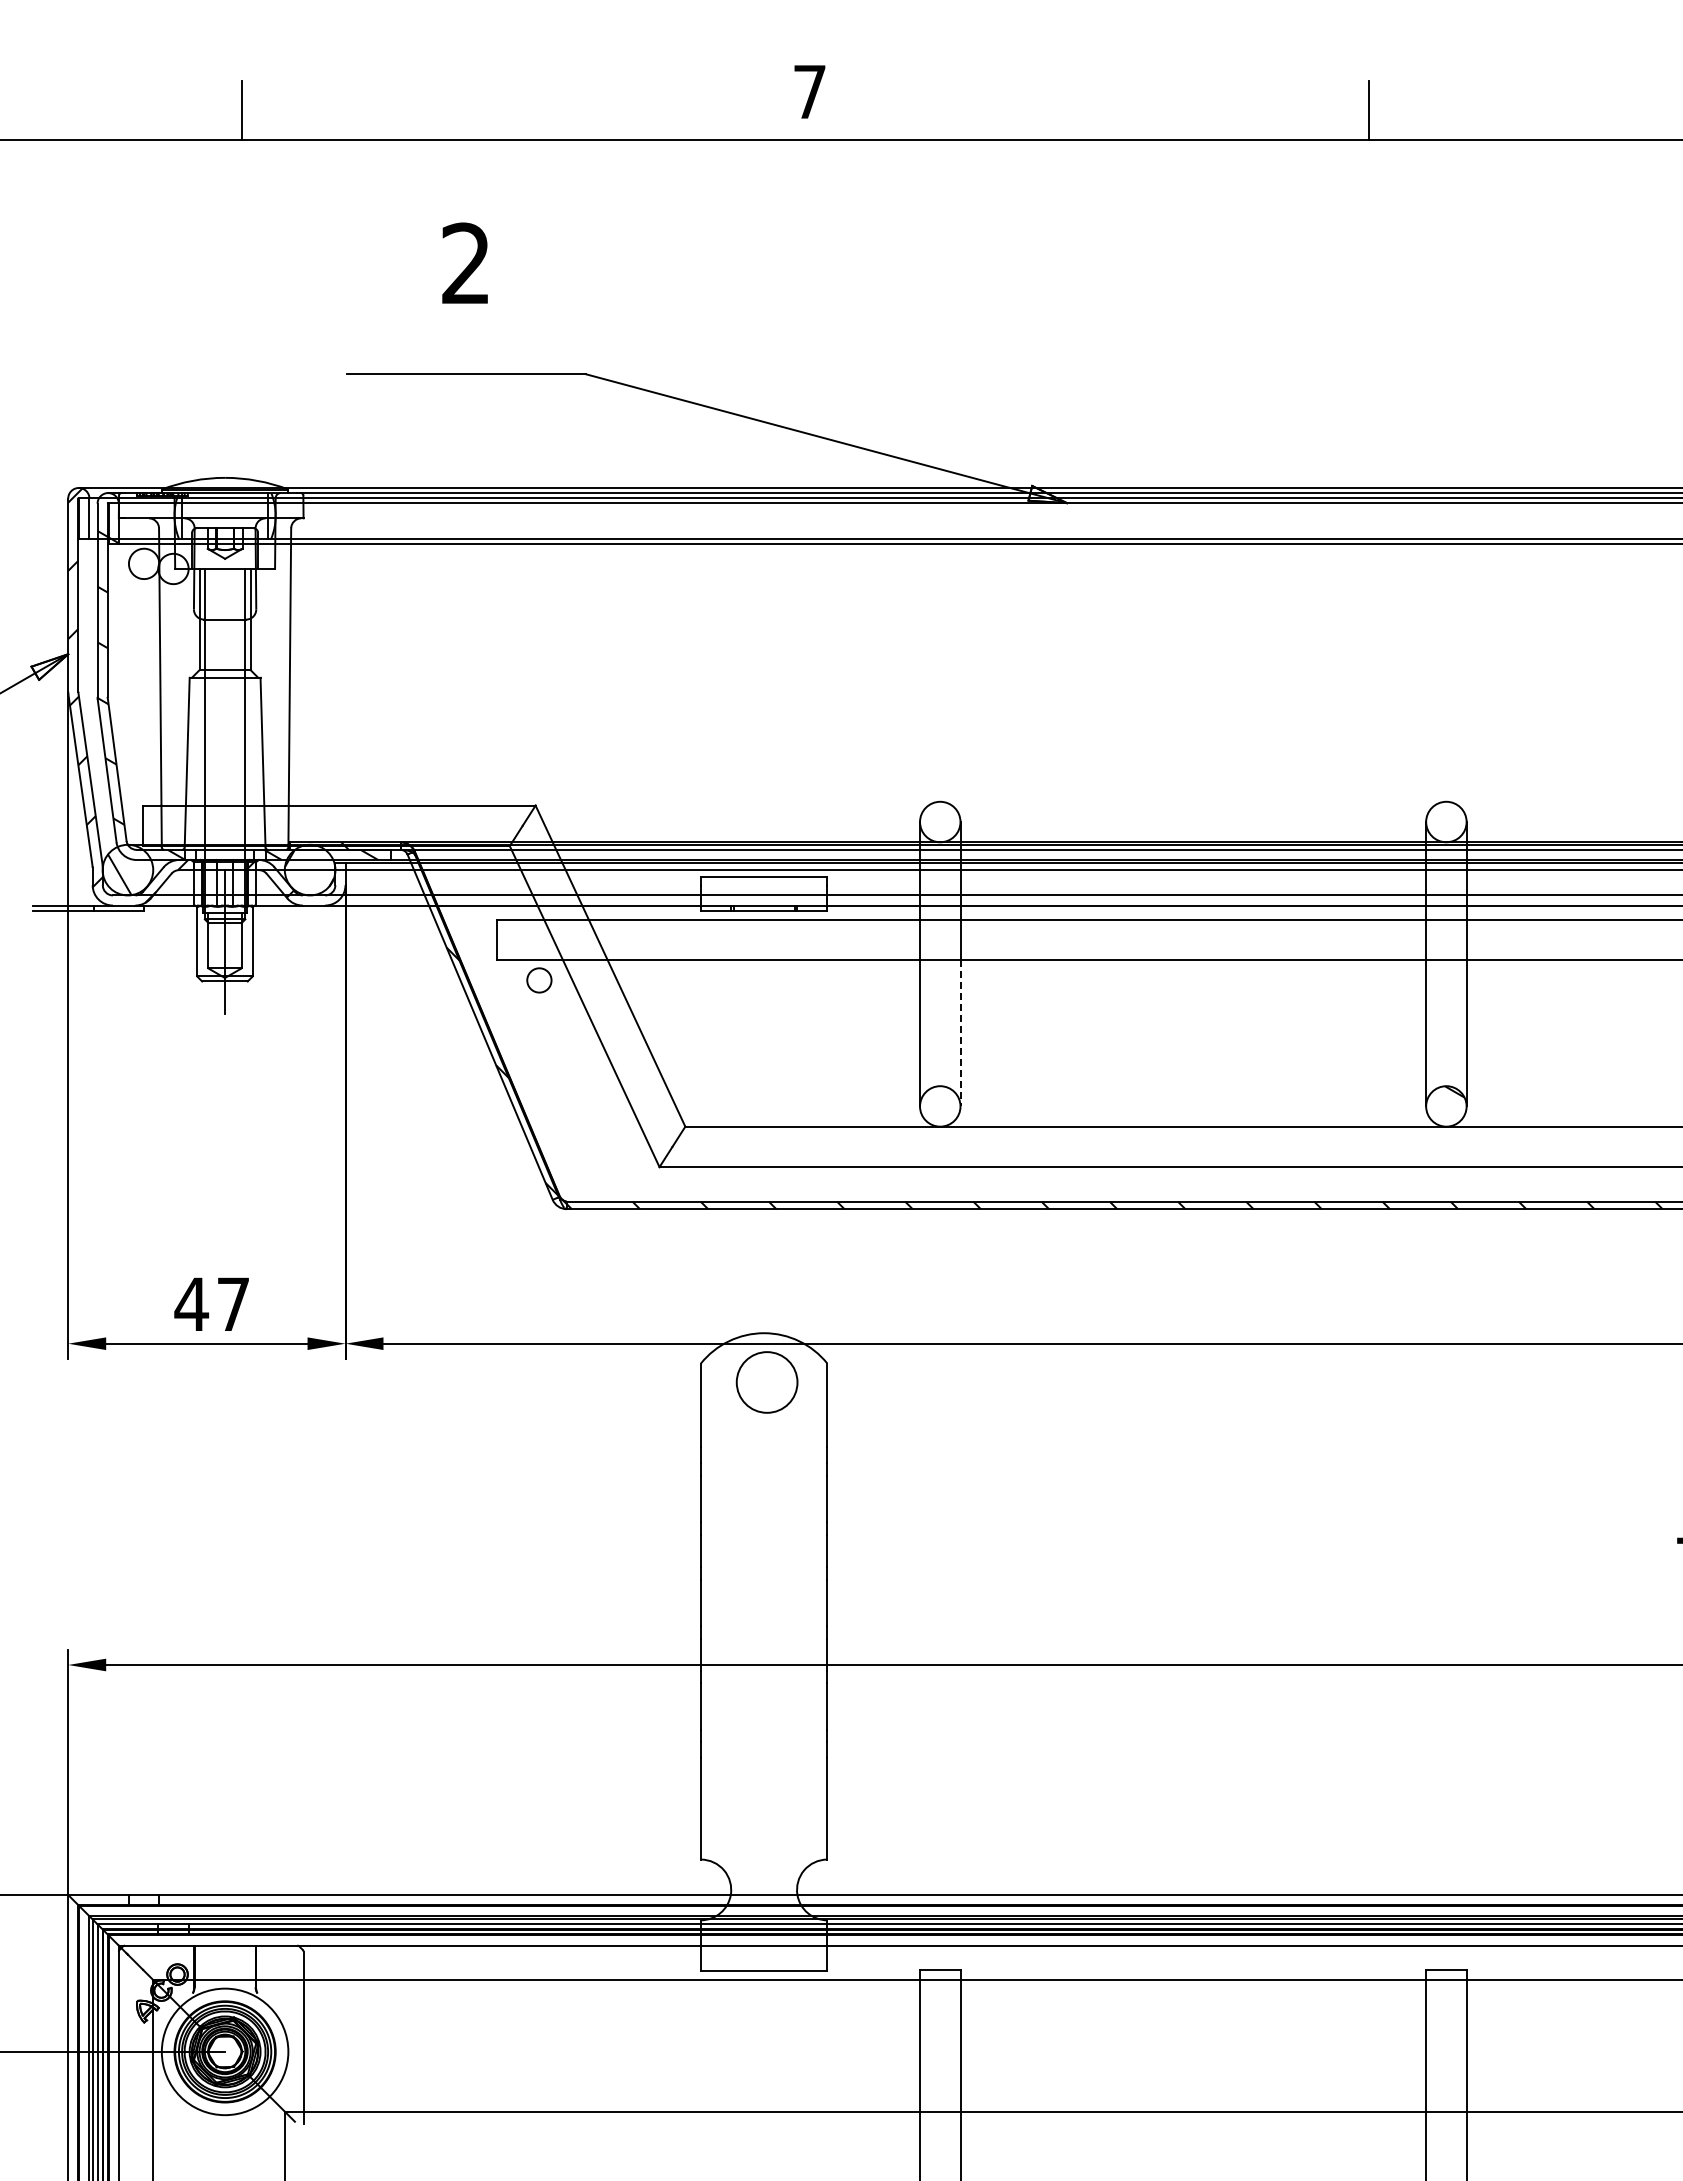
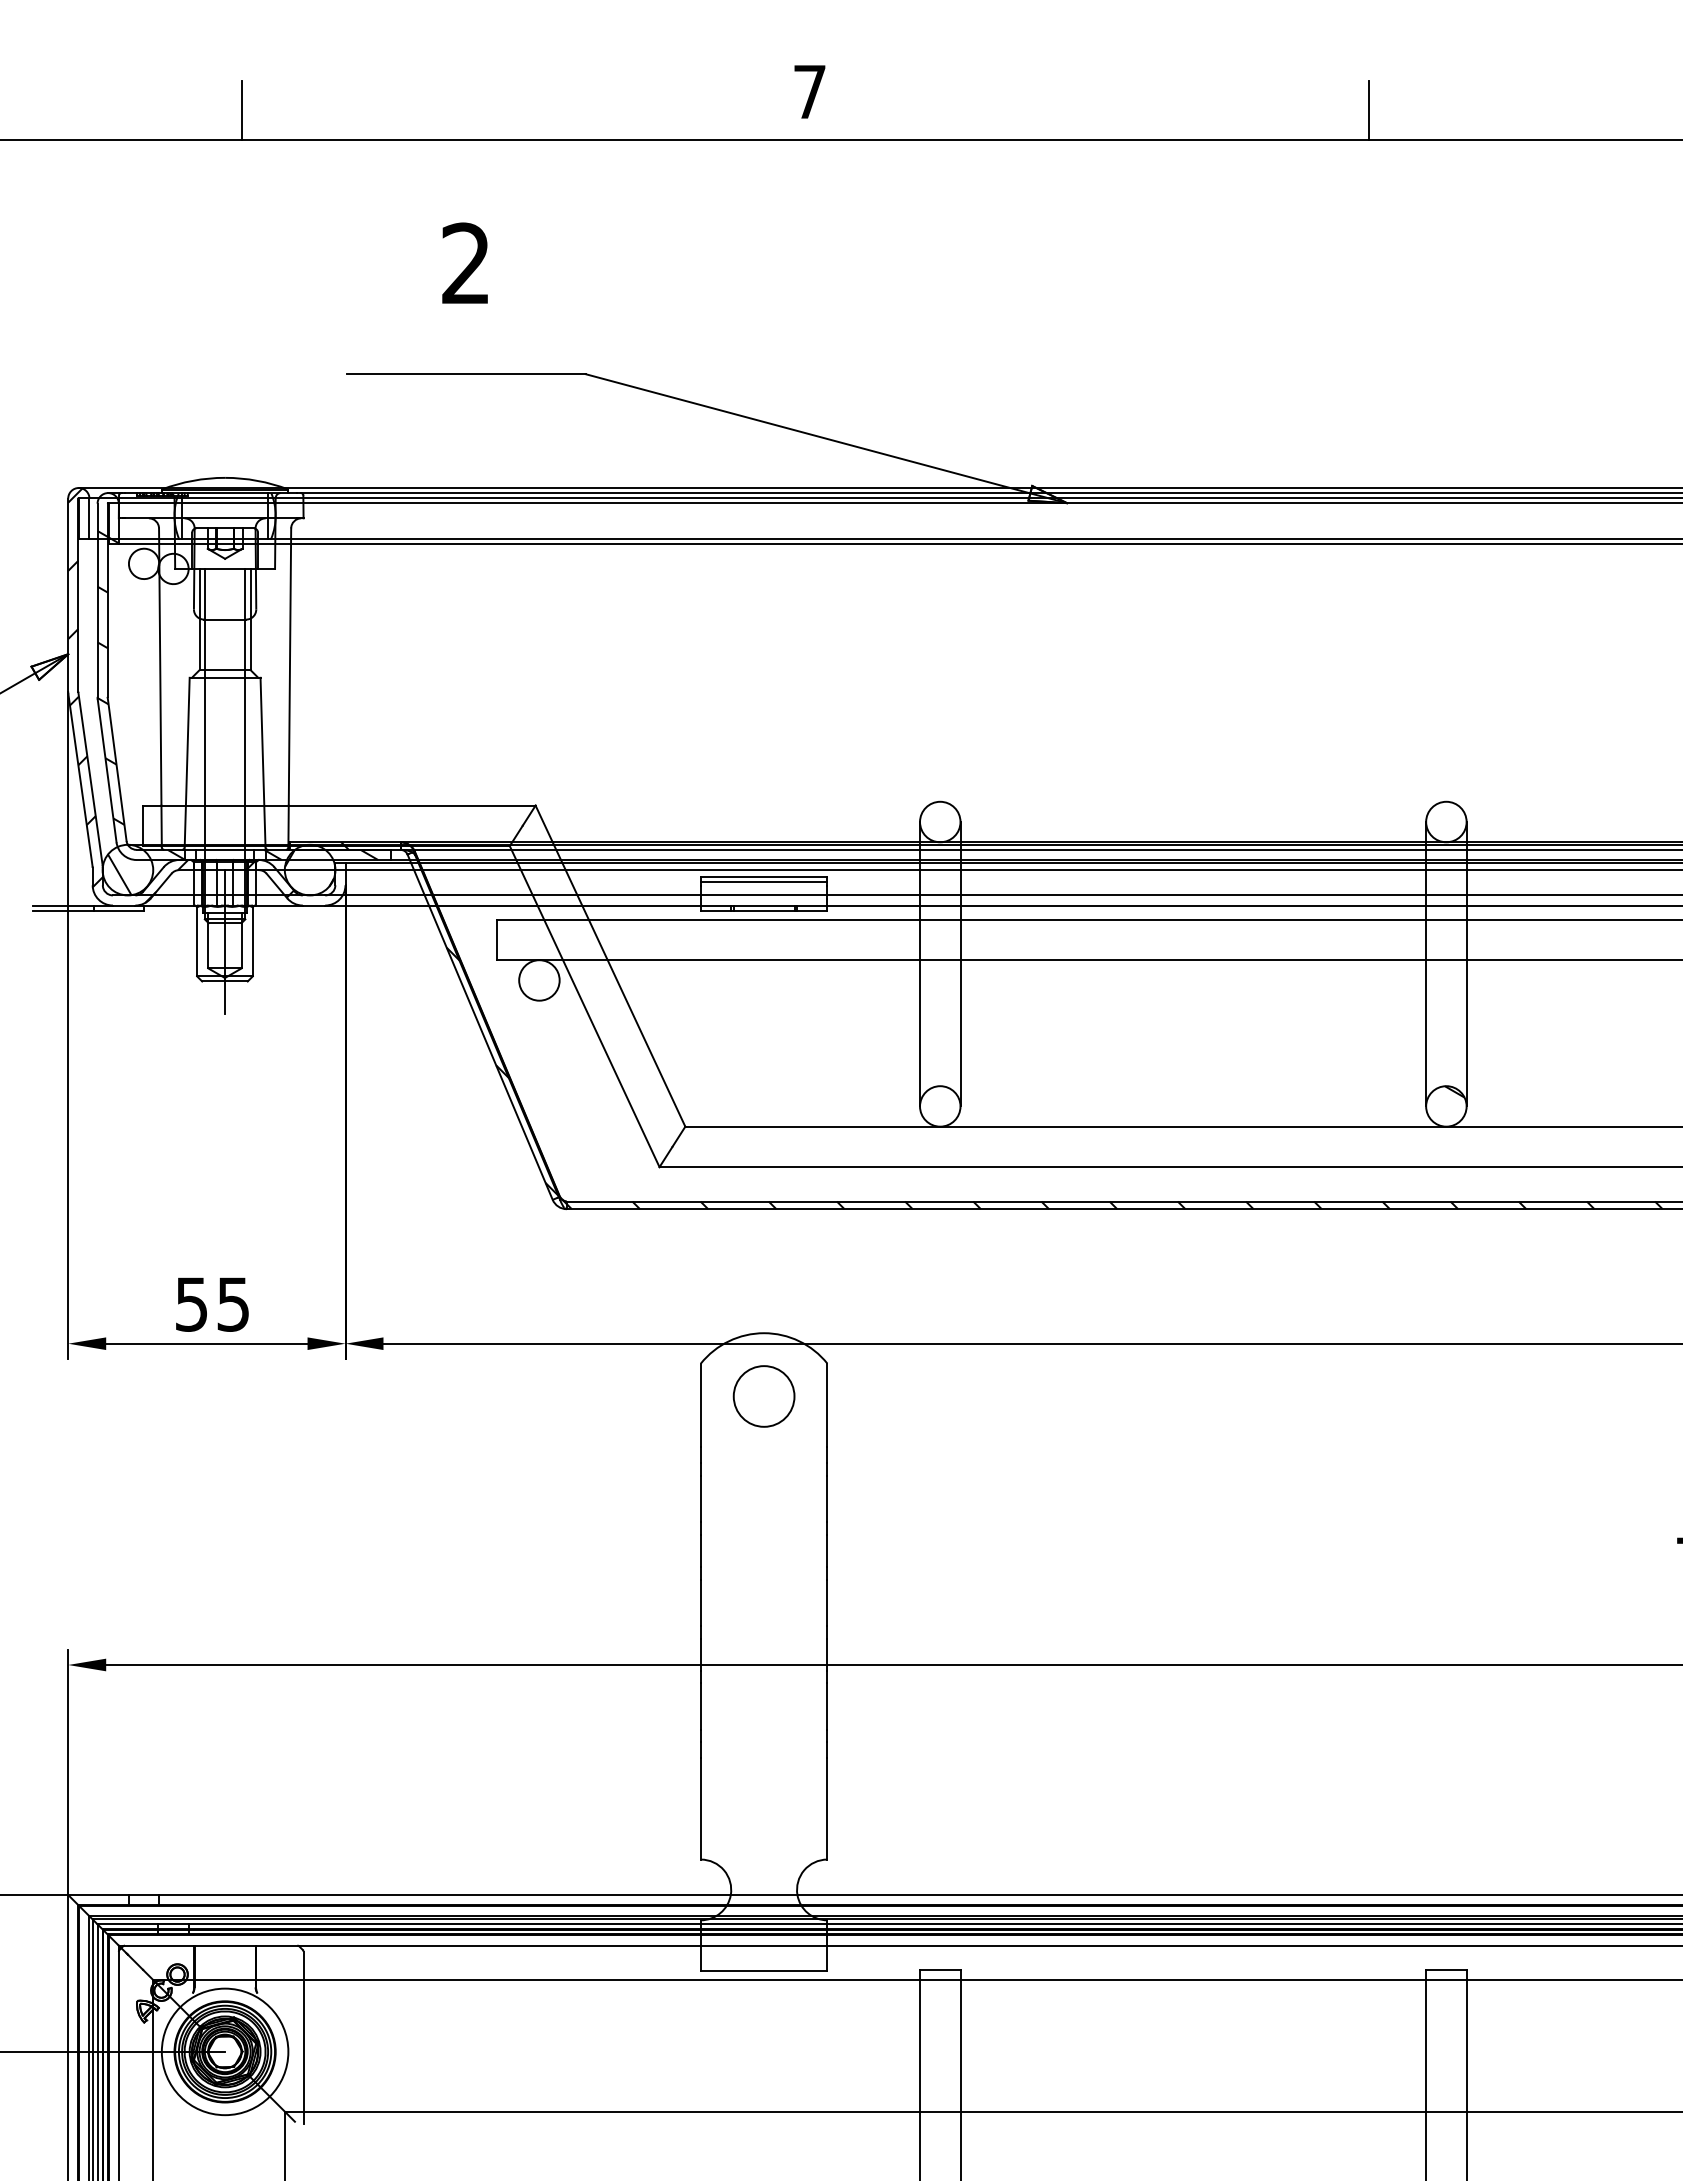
line at (763, 881): none -> present
circle at (539, 980) diameter: 24 px -> 40 px
line at (960, 1033): dashed -> solid
text at (211, 1304): 47 -> 55
circle at (766, 1382) position: (766, 1382) -> (763, 1396)
